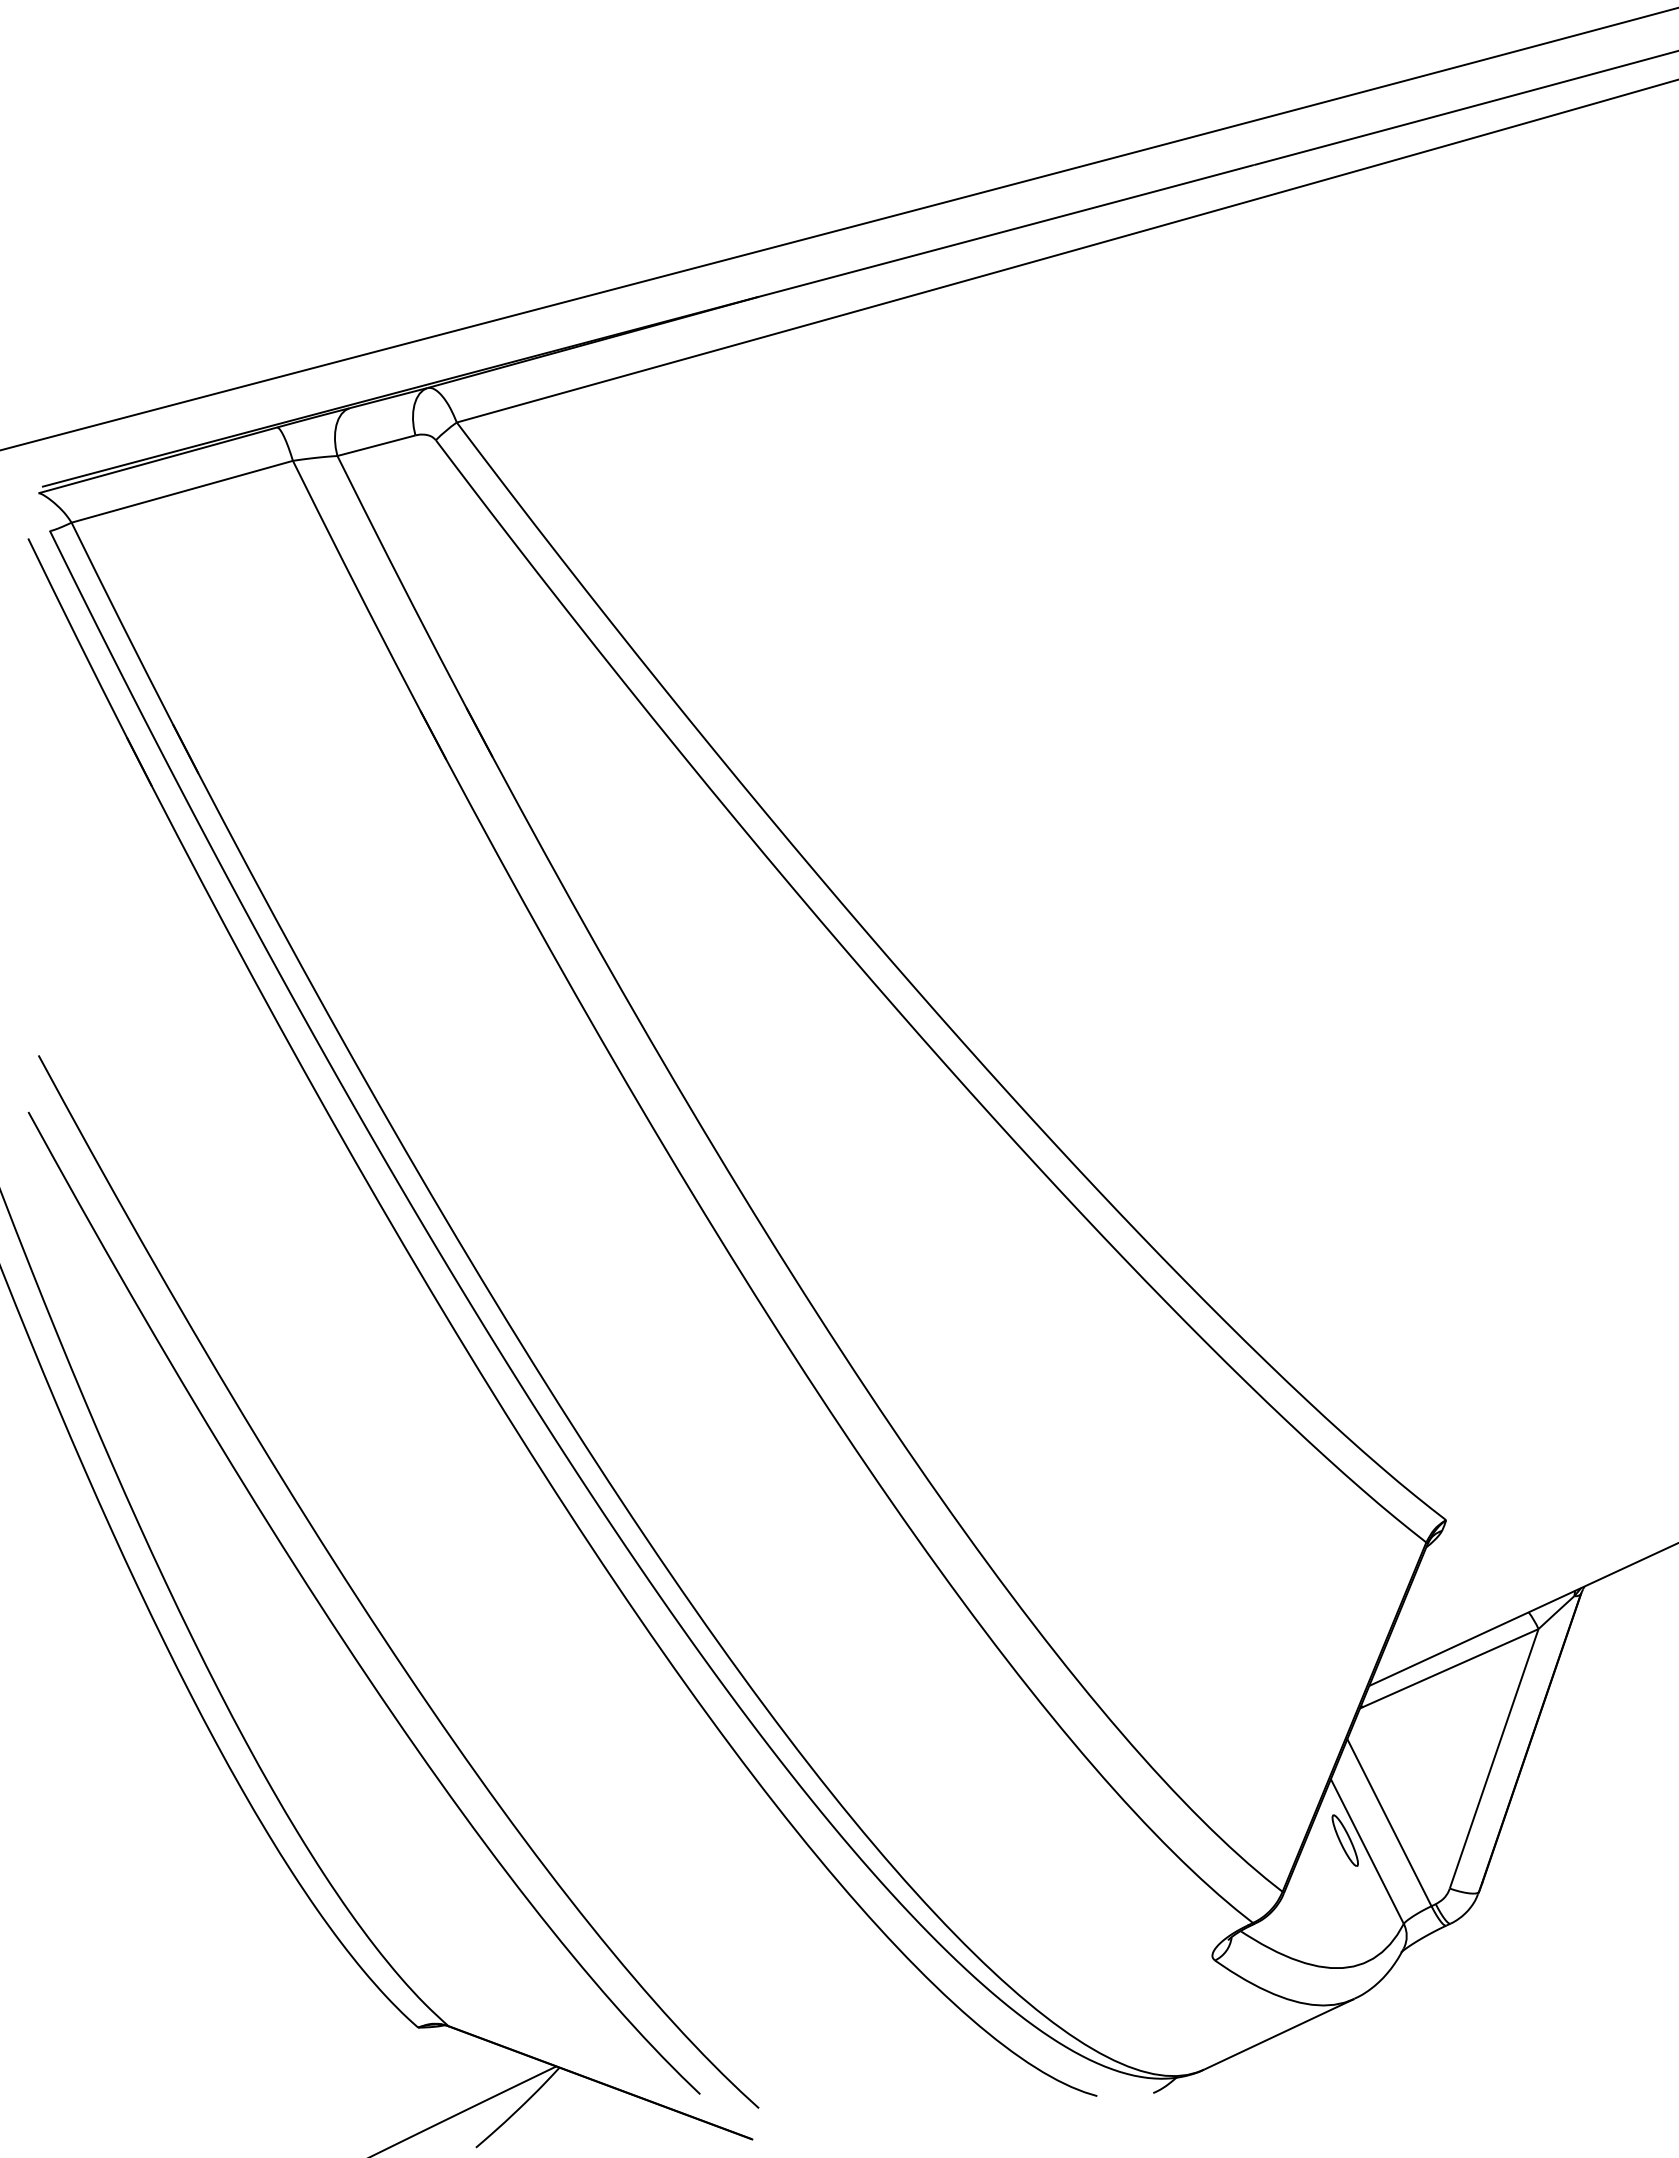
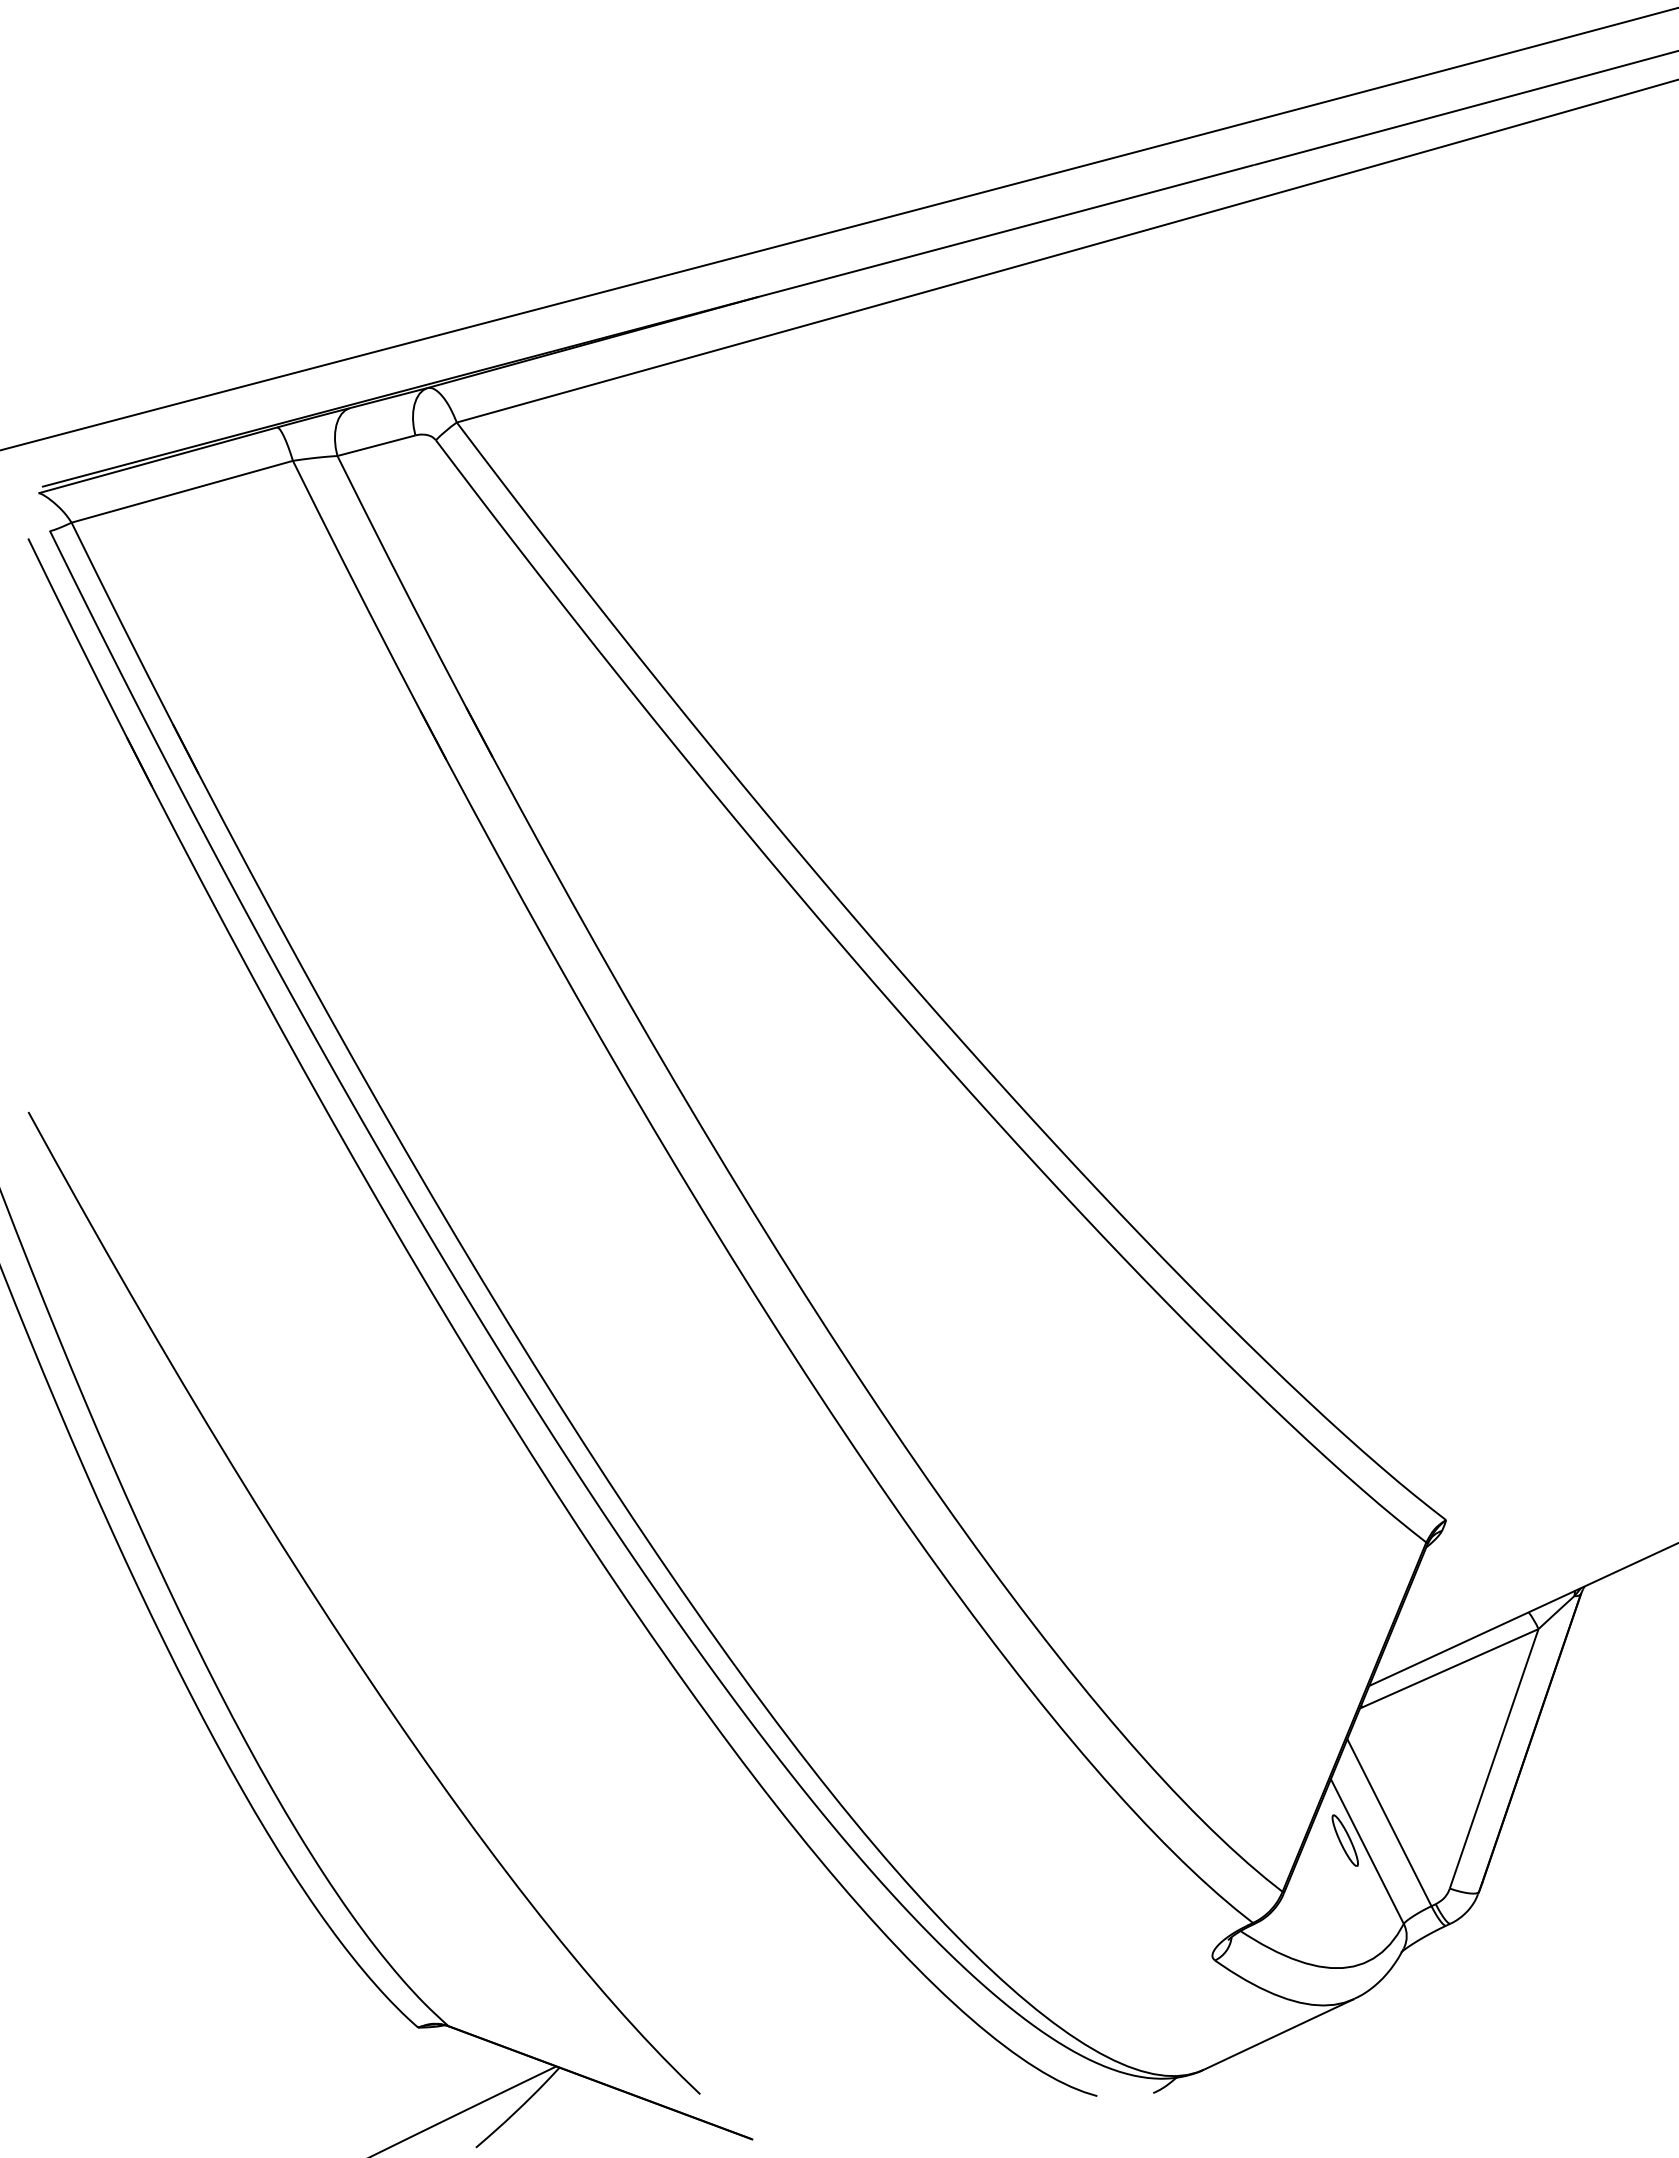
curve at (362, 1603): present -> none
